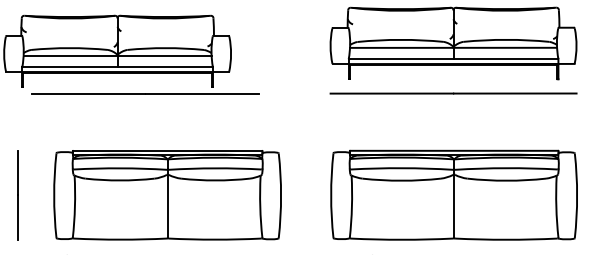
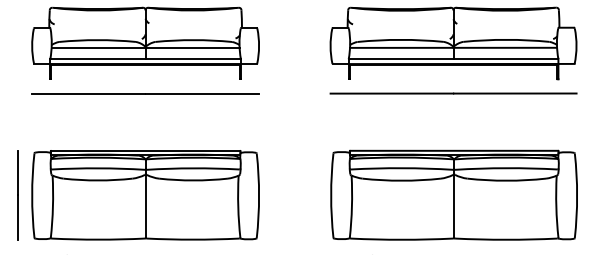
part at (117, 50) position: (117, 50) -> (145, 42)
part at (167, 195) position: (167, 195) -> (145, 195)
